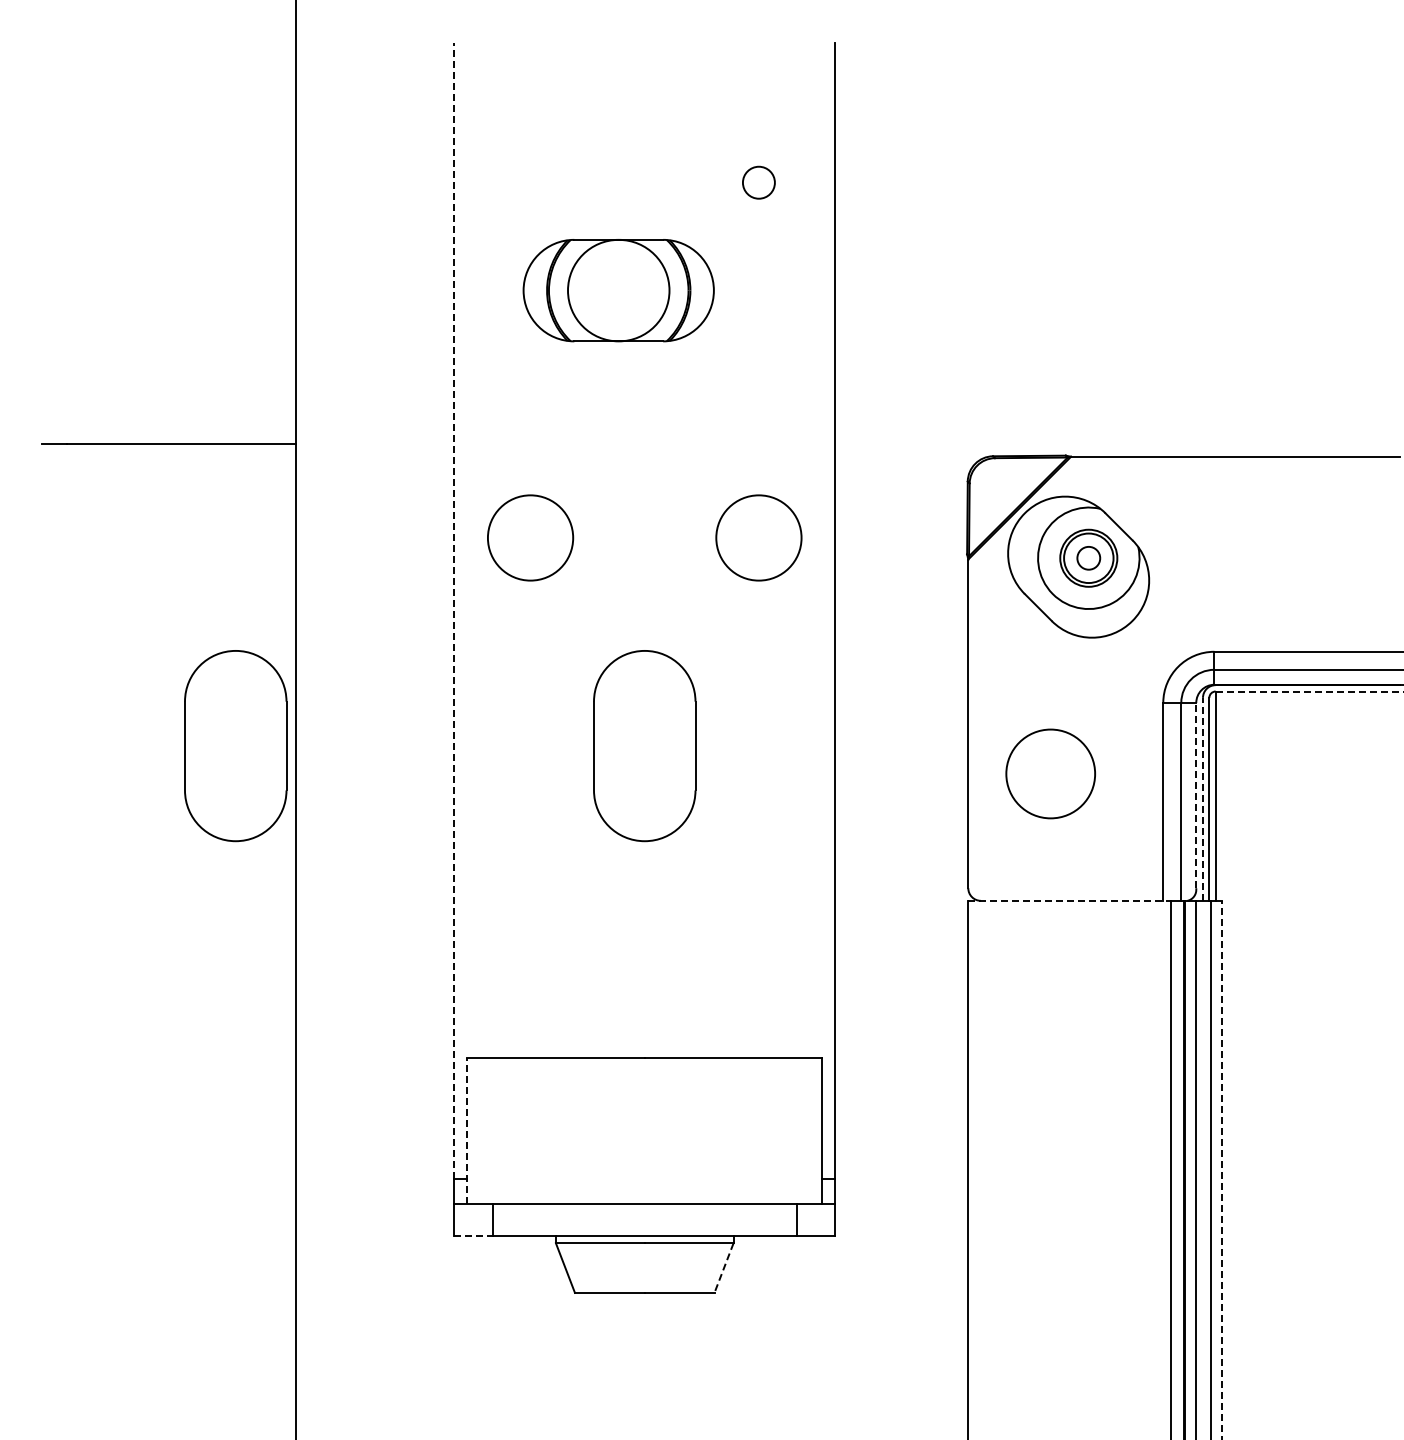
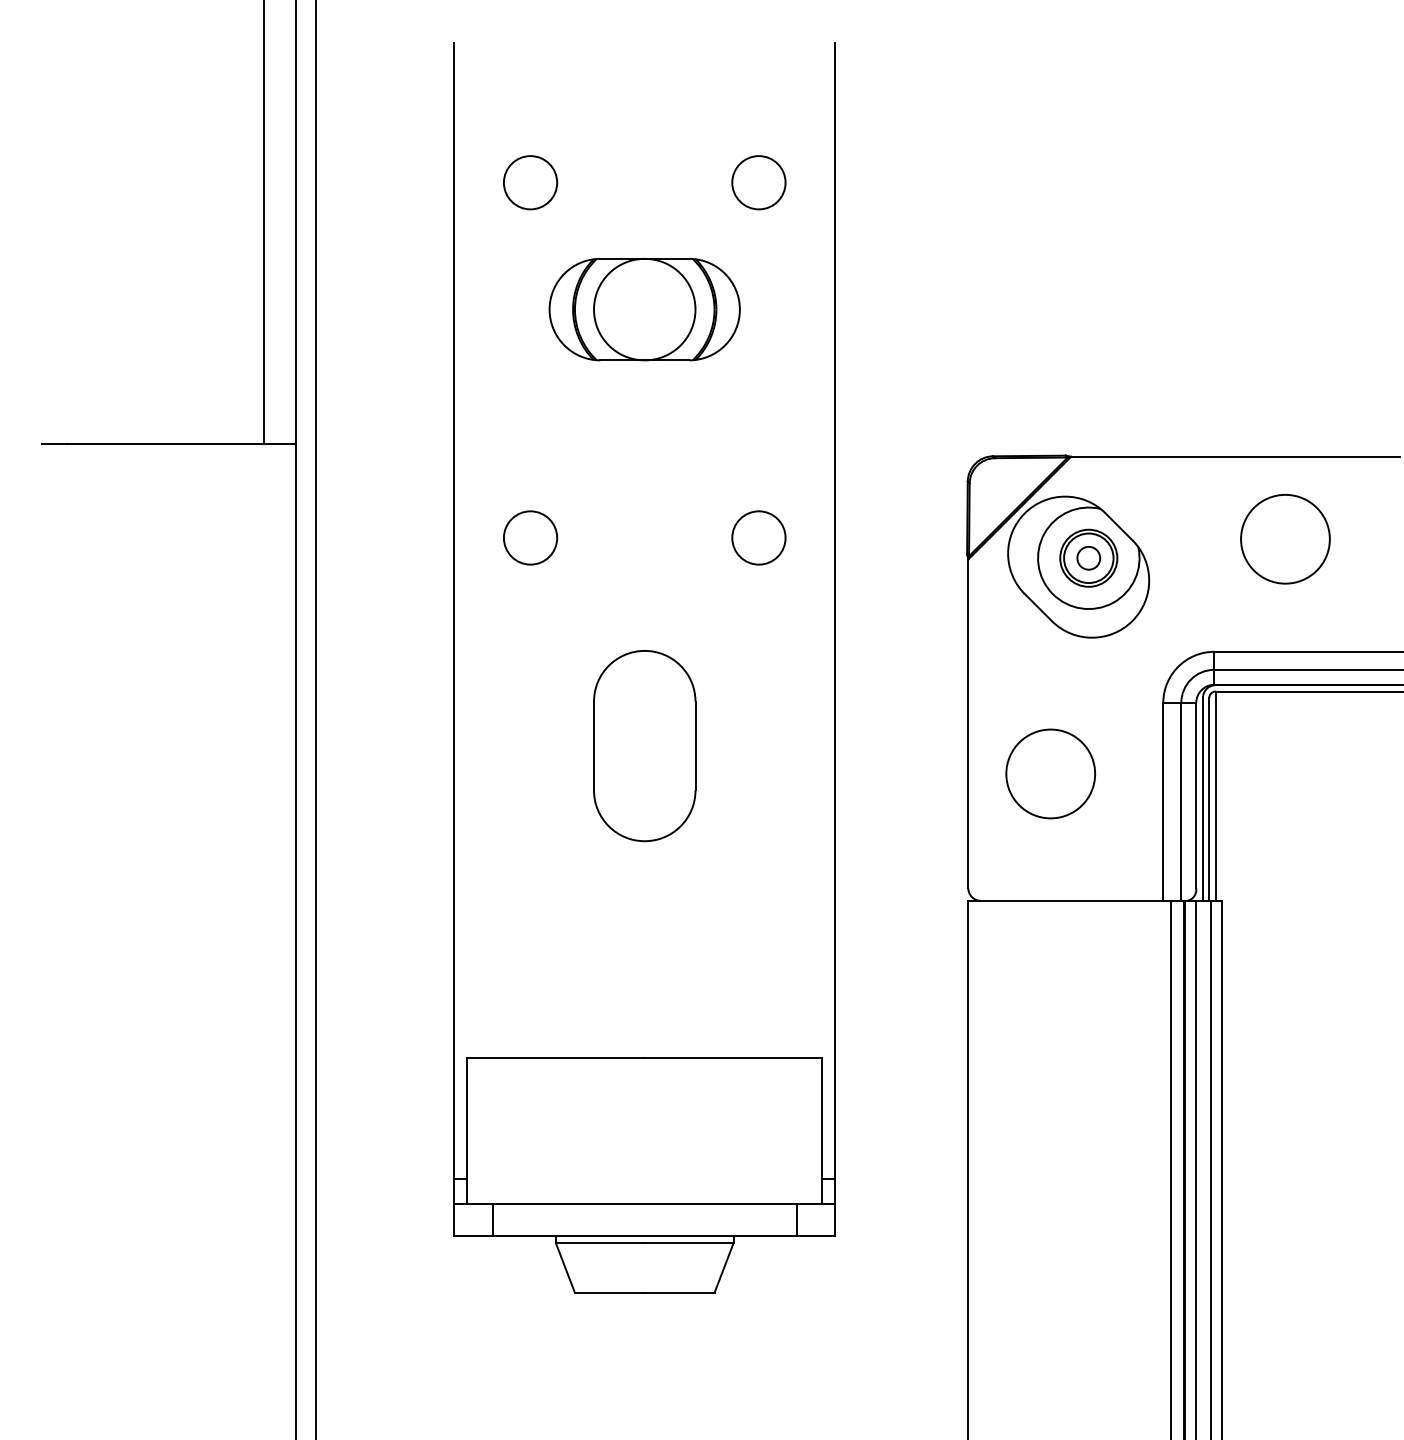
circle at (530, 182): none -> present
circle at (758, 182) diameter: 32 px -> 53 px
line at (264, 223): none -> present
part at (618, 290) position: (618, 290) -> (644, 309)
circle at (530, 537) diameter: 85 px -> 53 px
circle at (758, 537) diameter: 85 px -> 53 px
circle at (1285, 539): none -> present
line at (454, 610): dashed -> solid
line at (1309, 691): dashed -> solid
line at (316, 719): none -> present
part at (235, 746): present -> none
line at (1196, 795): dashed -> solid
line at (1202, 798): dashed -> solid
line at (1070, 900): dashed -> solid
line at (467, 1131): dashed -> solid
line at (1222, 1169): dashed -> solid
line at (473, 1235): dashed -> solid
line at (724, 1268): dashed -> solid
